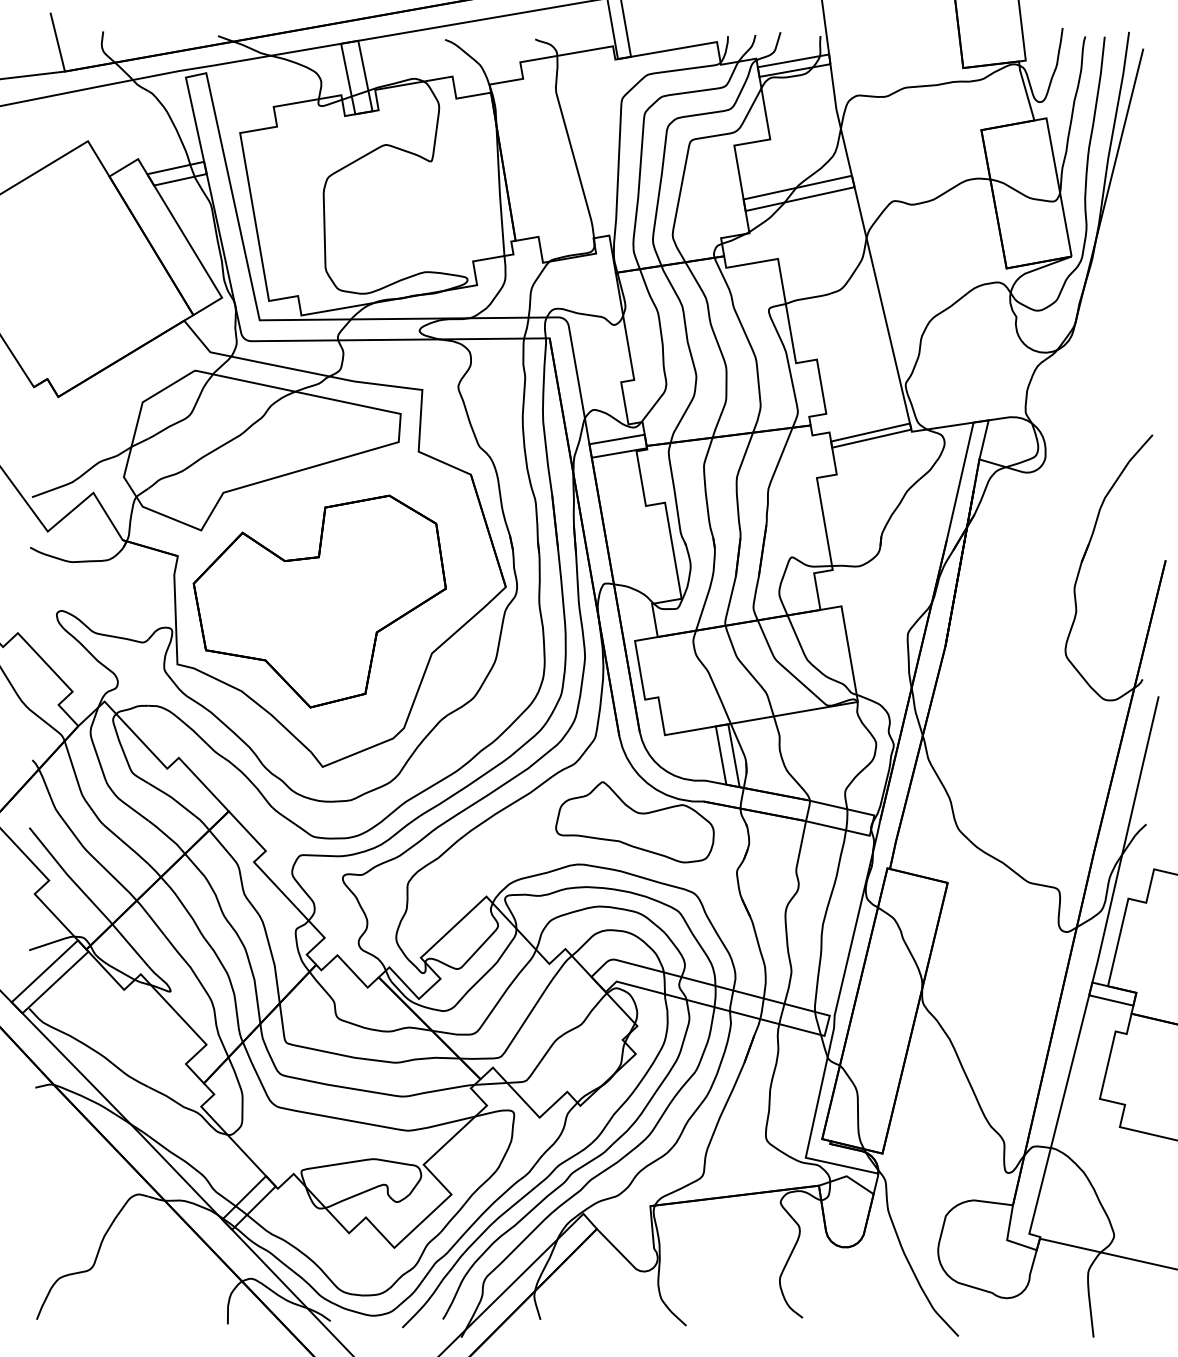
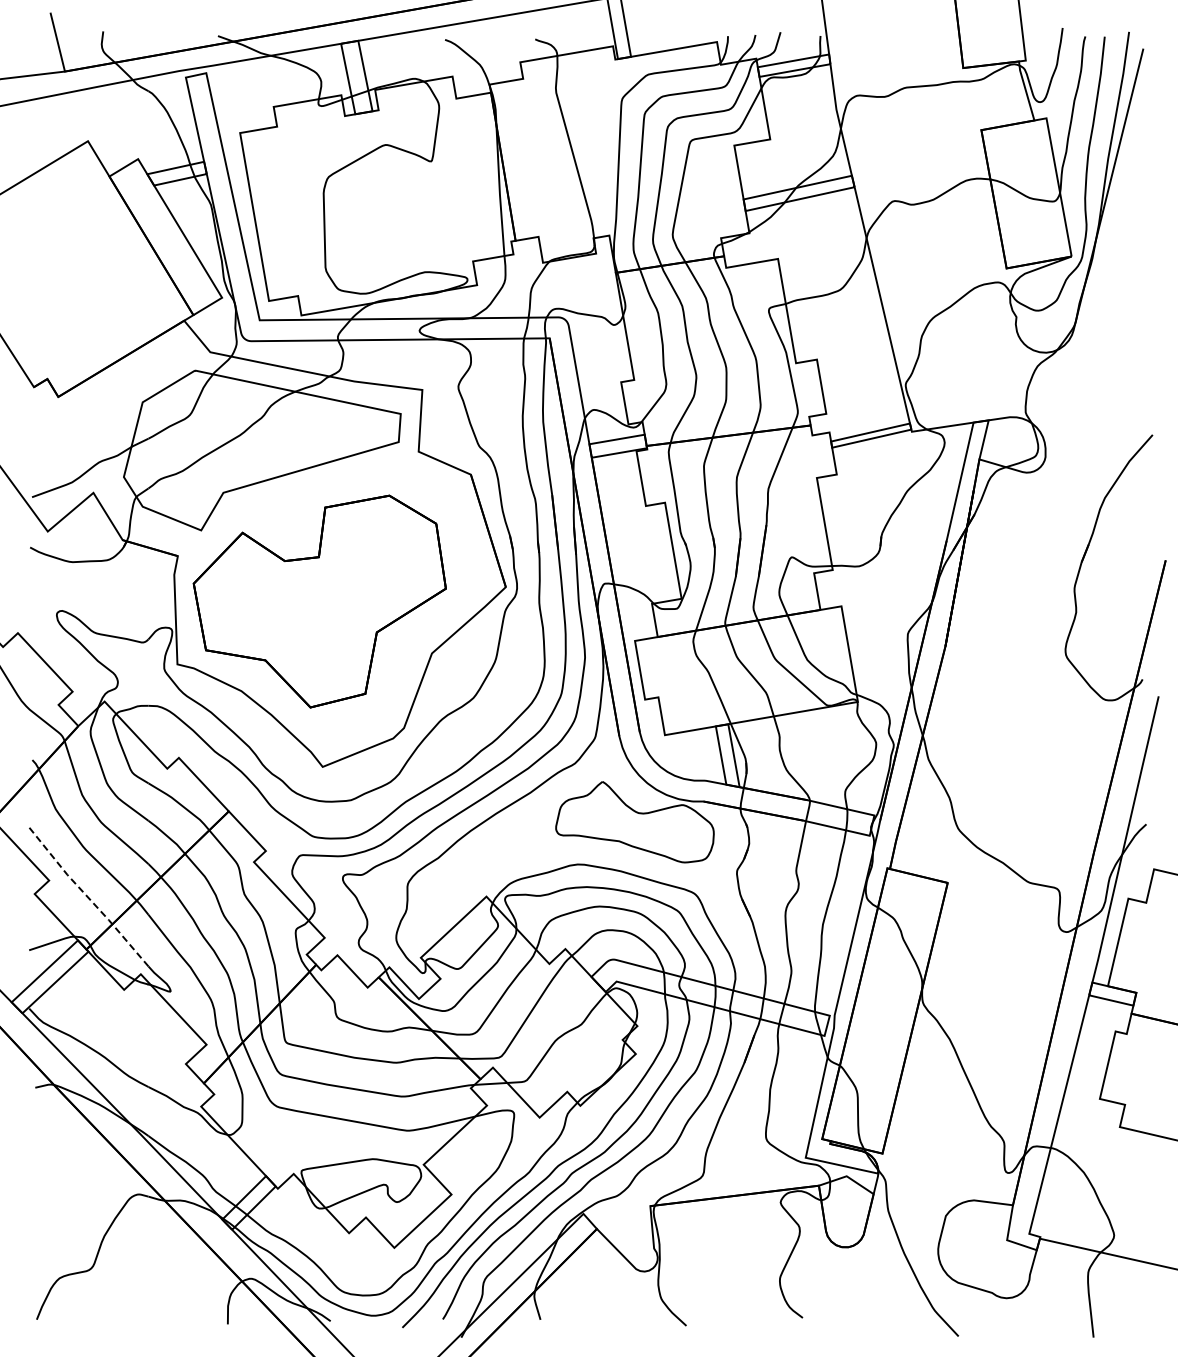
line at (88, 897): solid -> dashed
